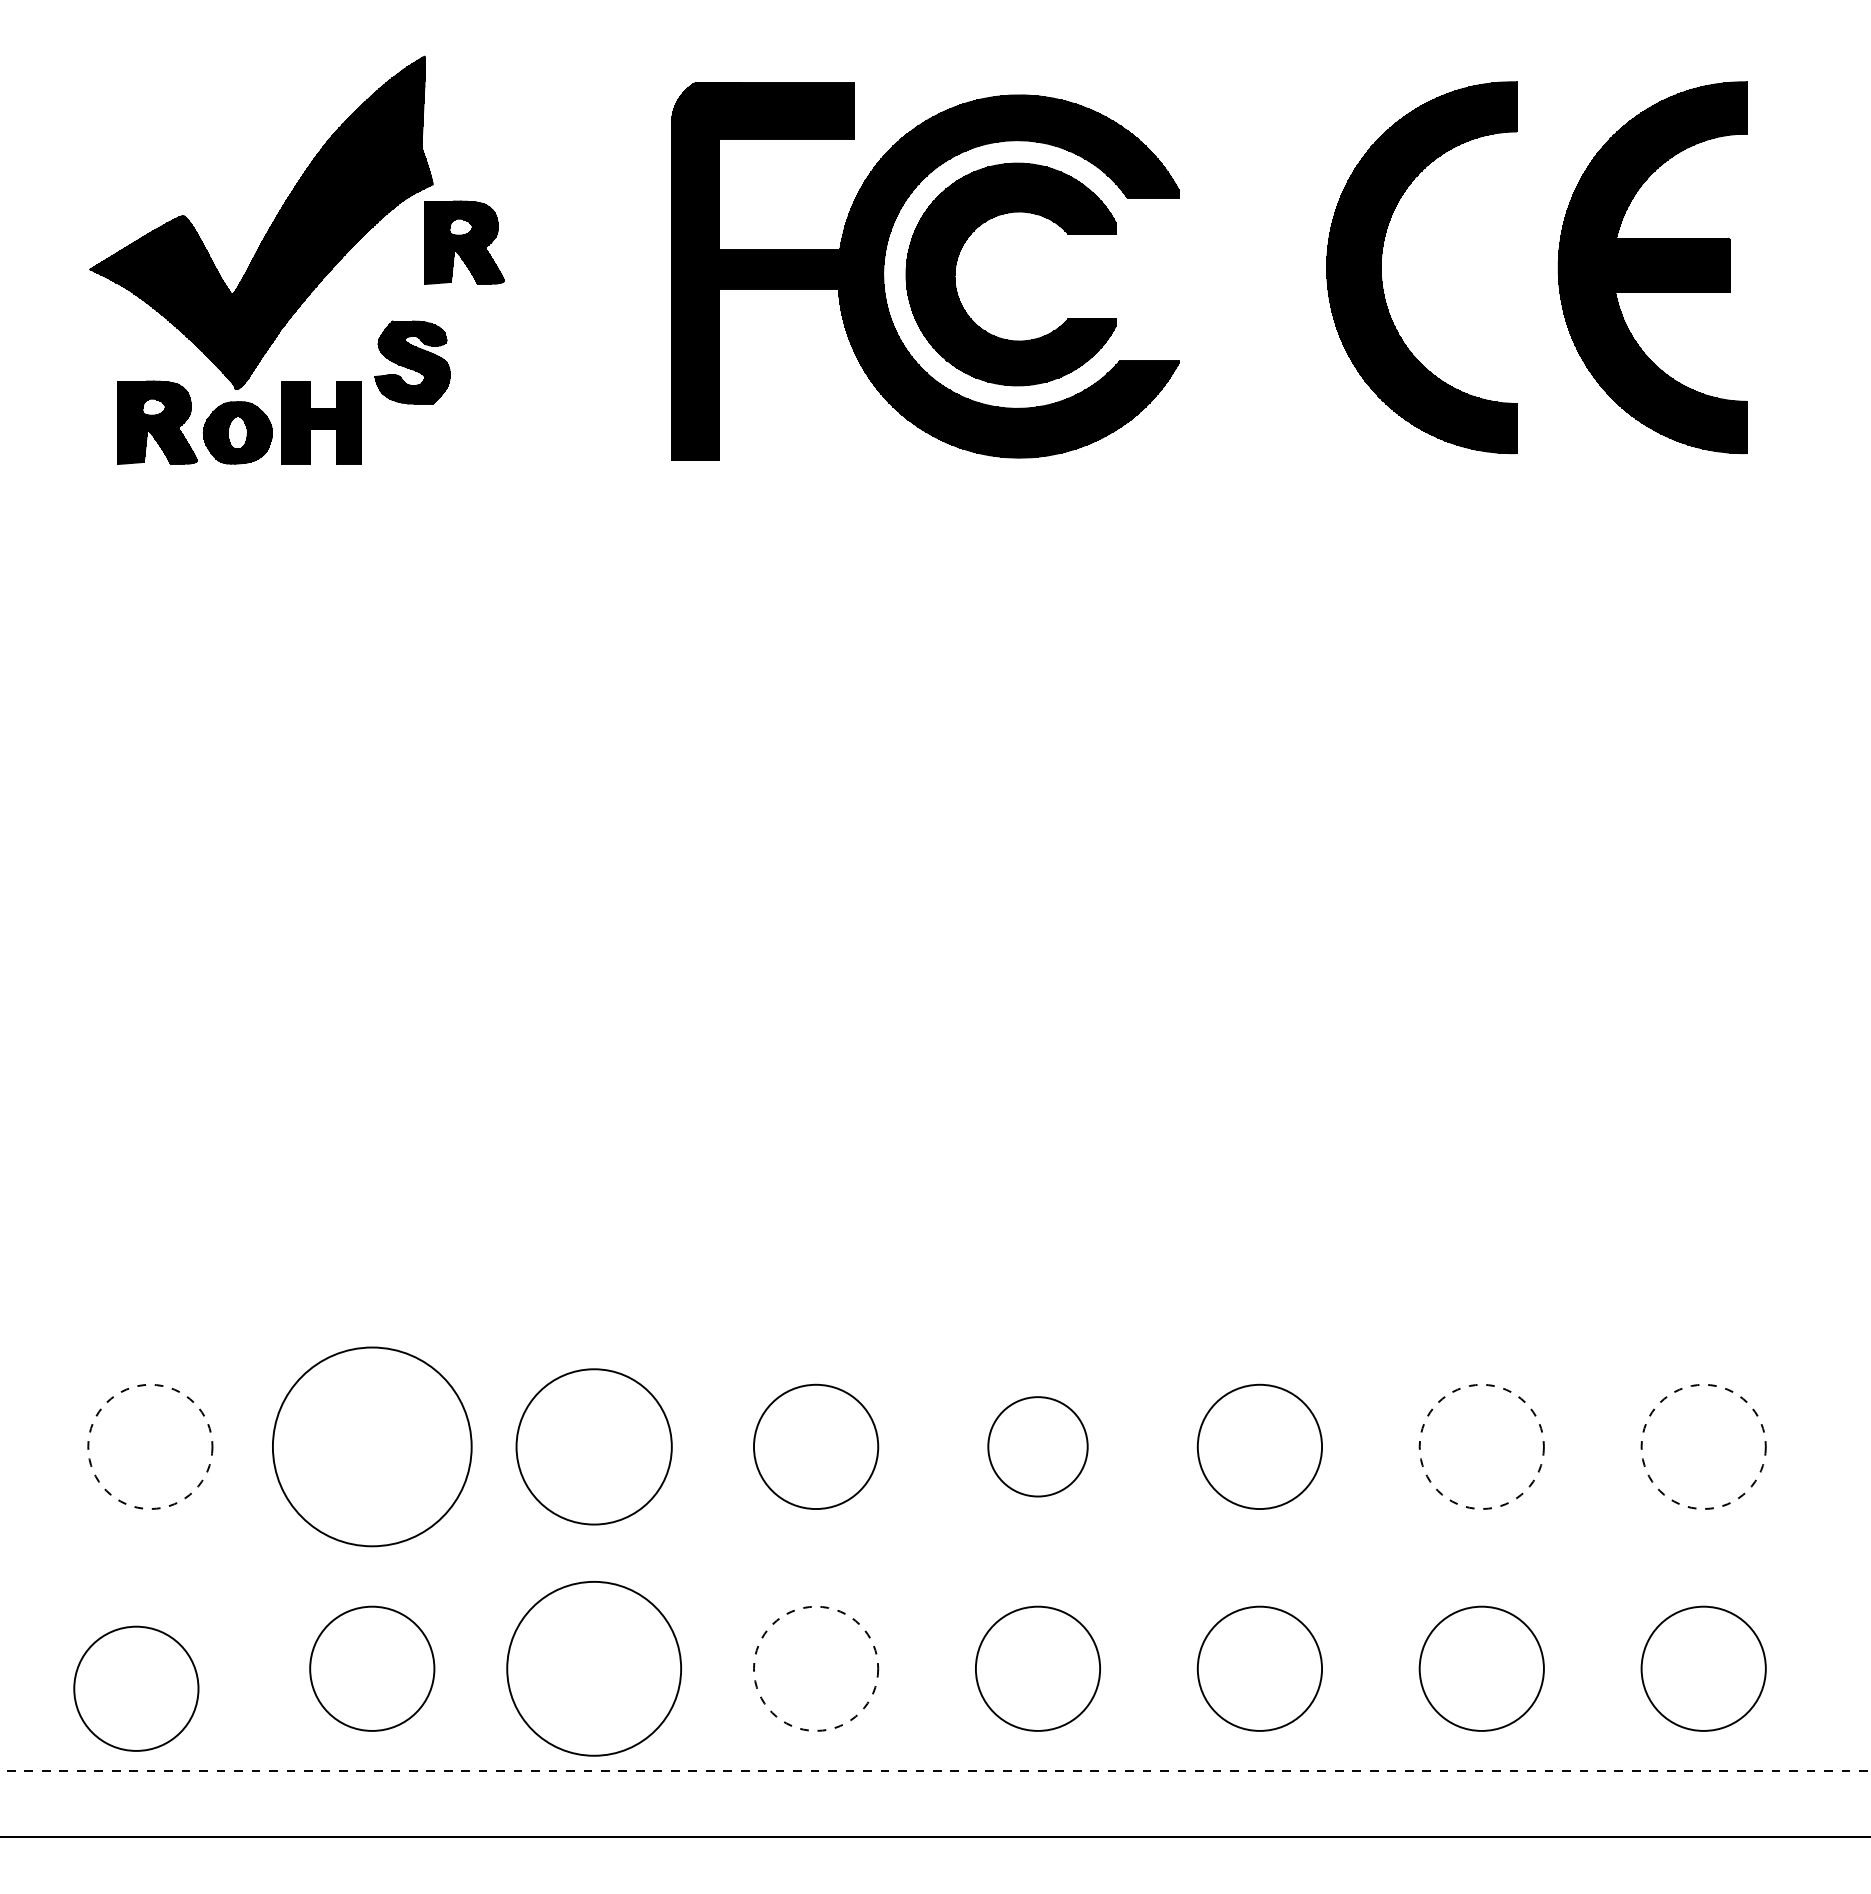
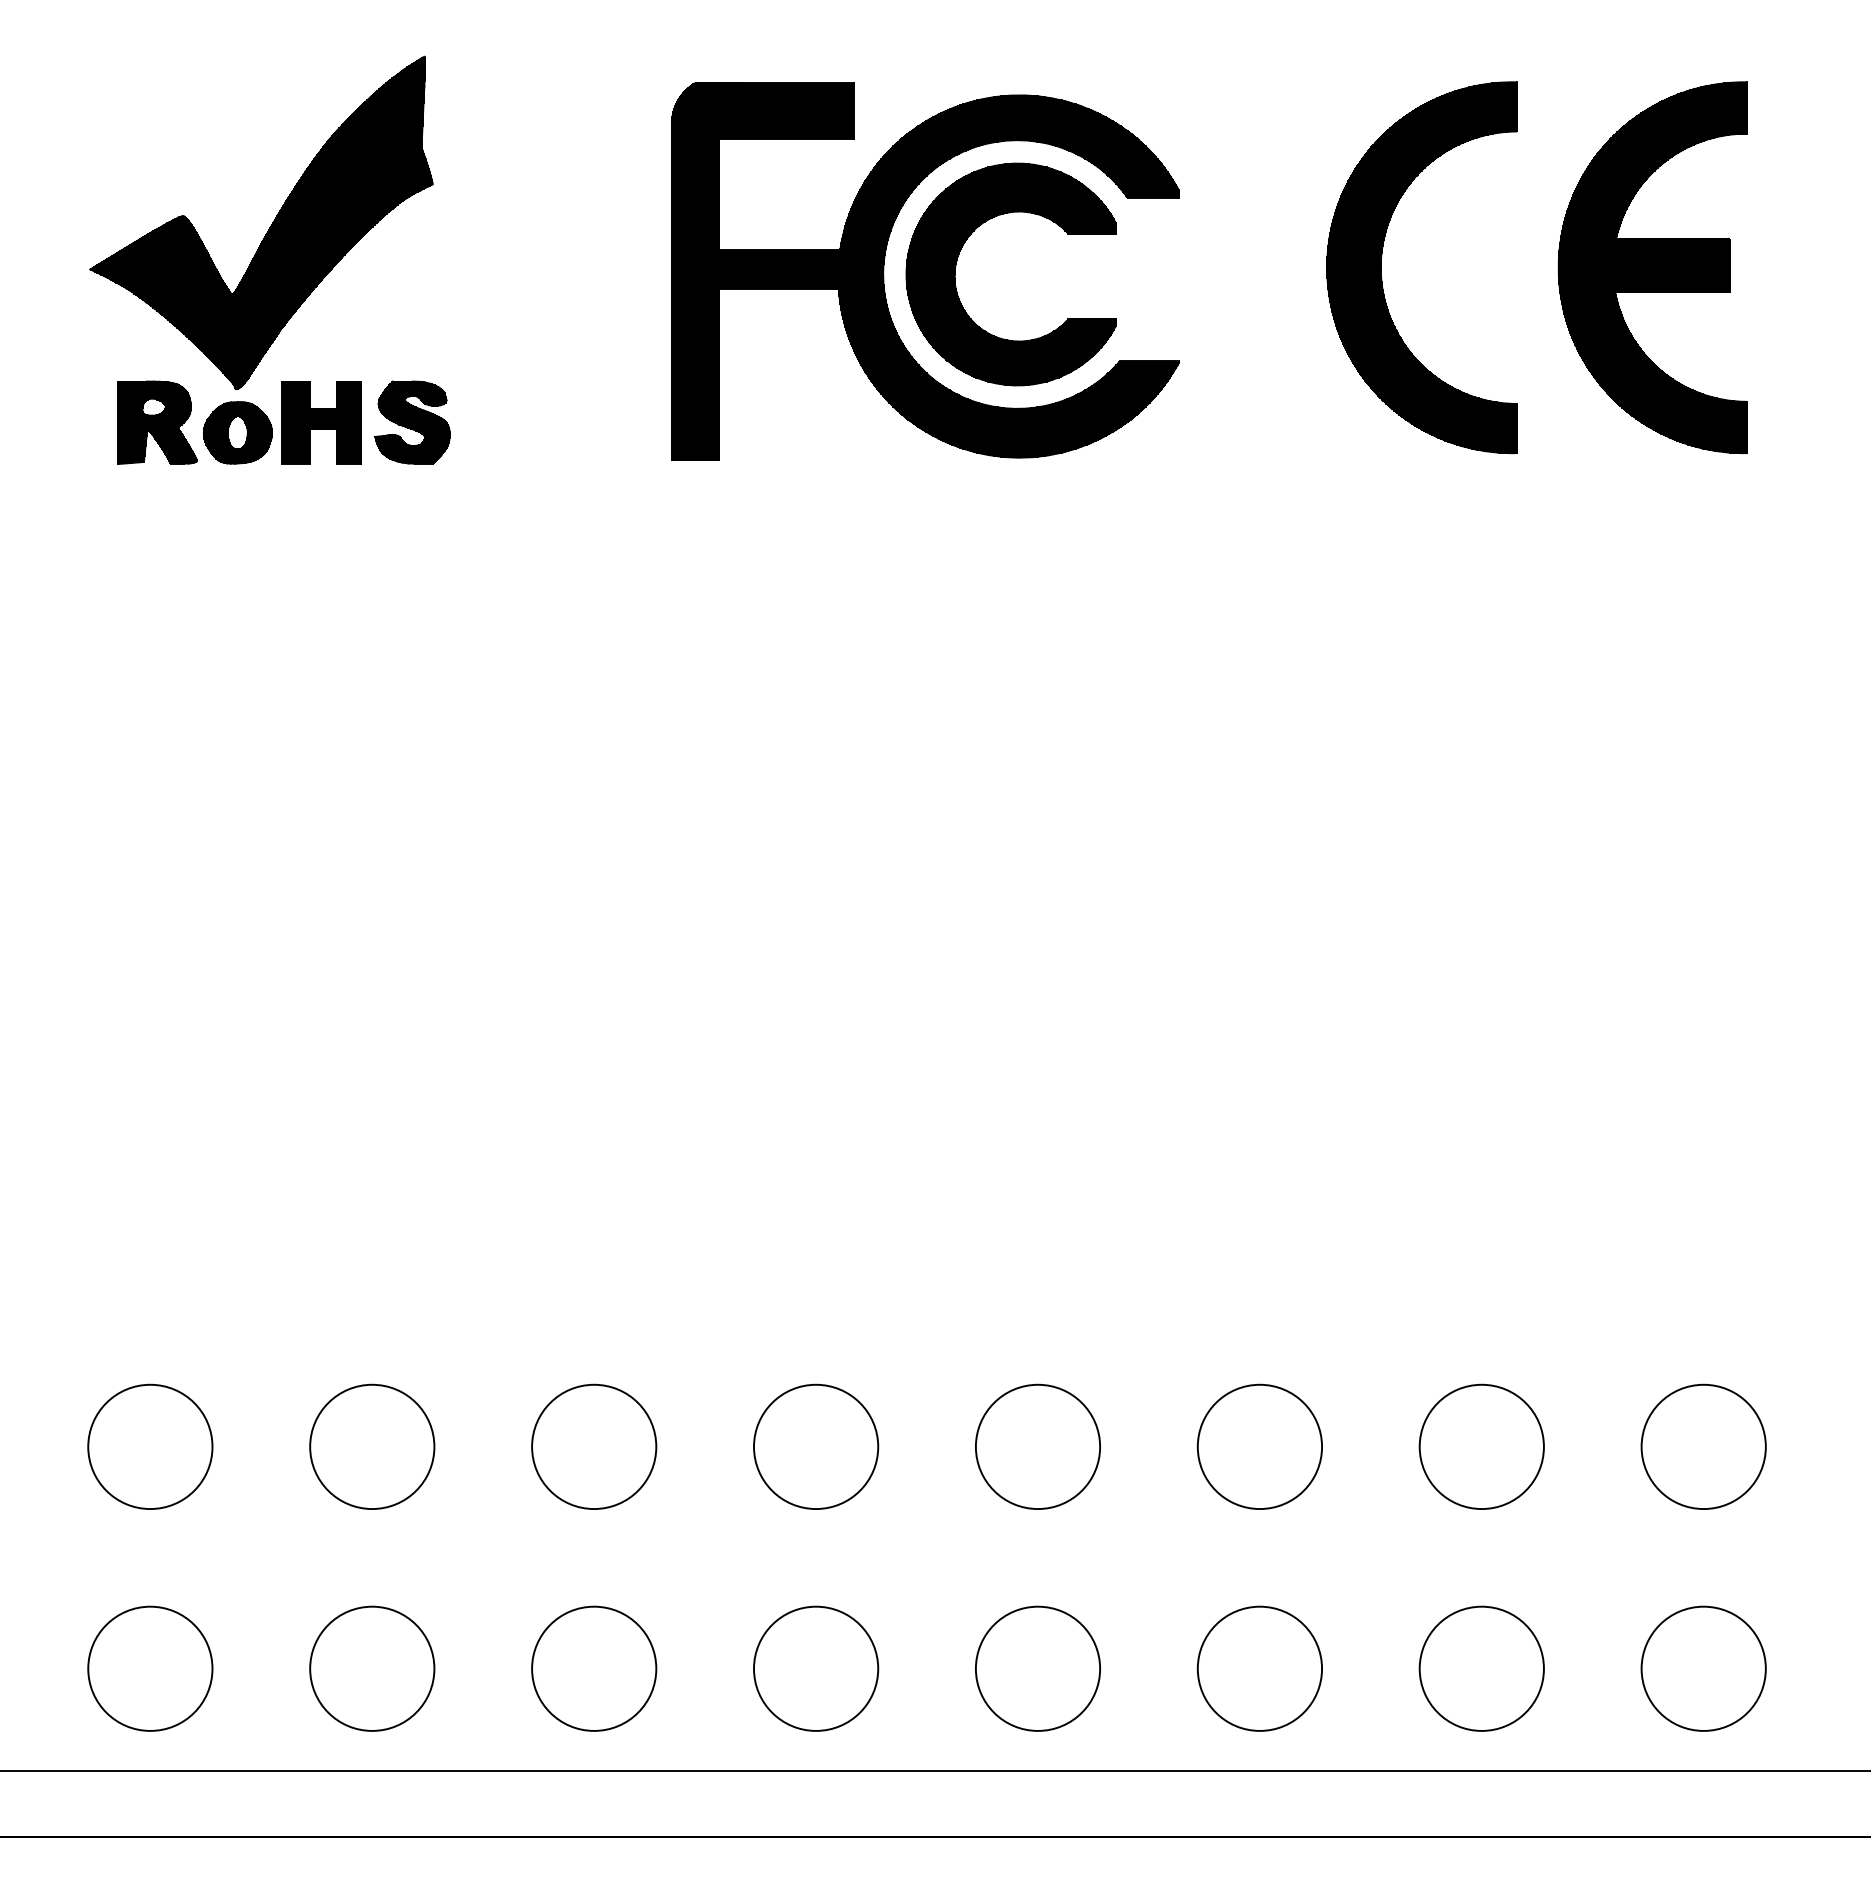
part at (464, 242): present -> none
part at (412, 362) position: (412, 362) -> (412, 422)
circle at (150, 1446): dashed -> solid
circle at (371, 1446) diameter: 199 px -> 124 px
circle at (593, 1446) diameter: 155 px -> 124 px
circle at (1037, 1446) size: 102x102 px -> 126x127 px
circle at (1481, 1446): dashed -> solid
circle at (1703, 1446): dashed -> solid
circle at (594, 1668) diameter: 174 px -> 124 px
circle at (815, 1668): dashed -> solid
circle at (136, 1688) position: (136, 1688) -> (150, 1668)
line at (936, 1770): dashed -> solid
